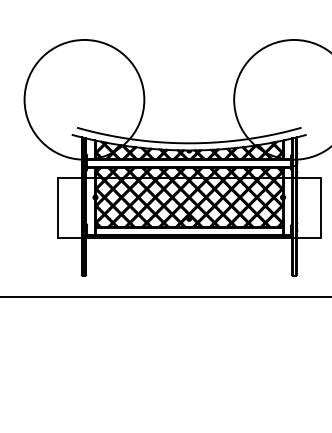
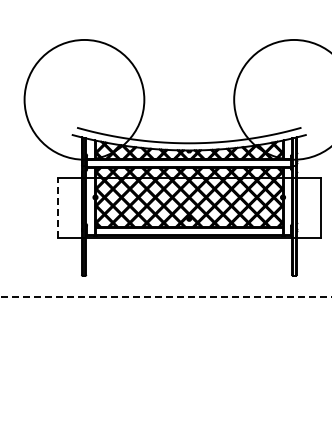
line at (57, 207): solid -> dashed
line at (166, 296): solid -> dashed
